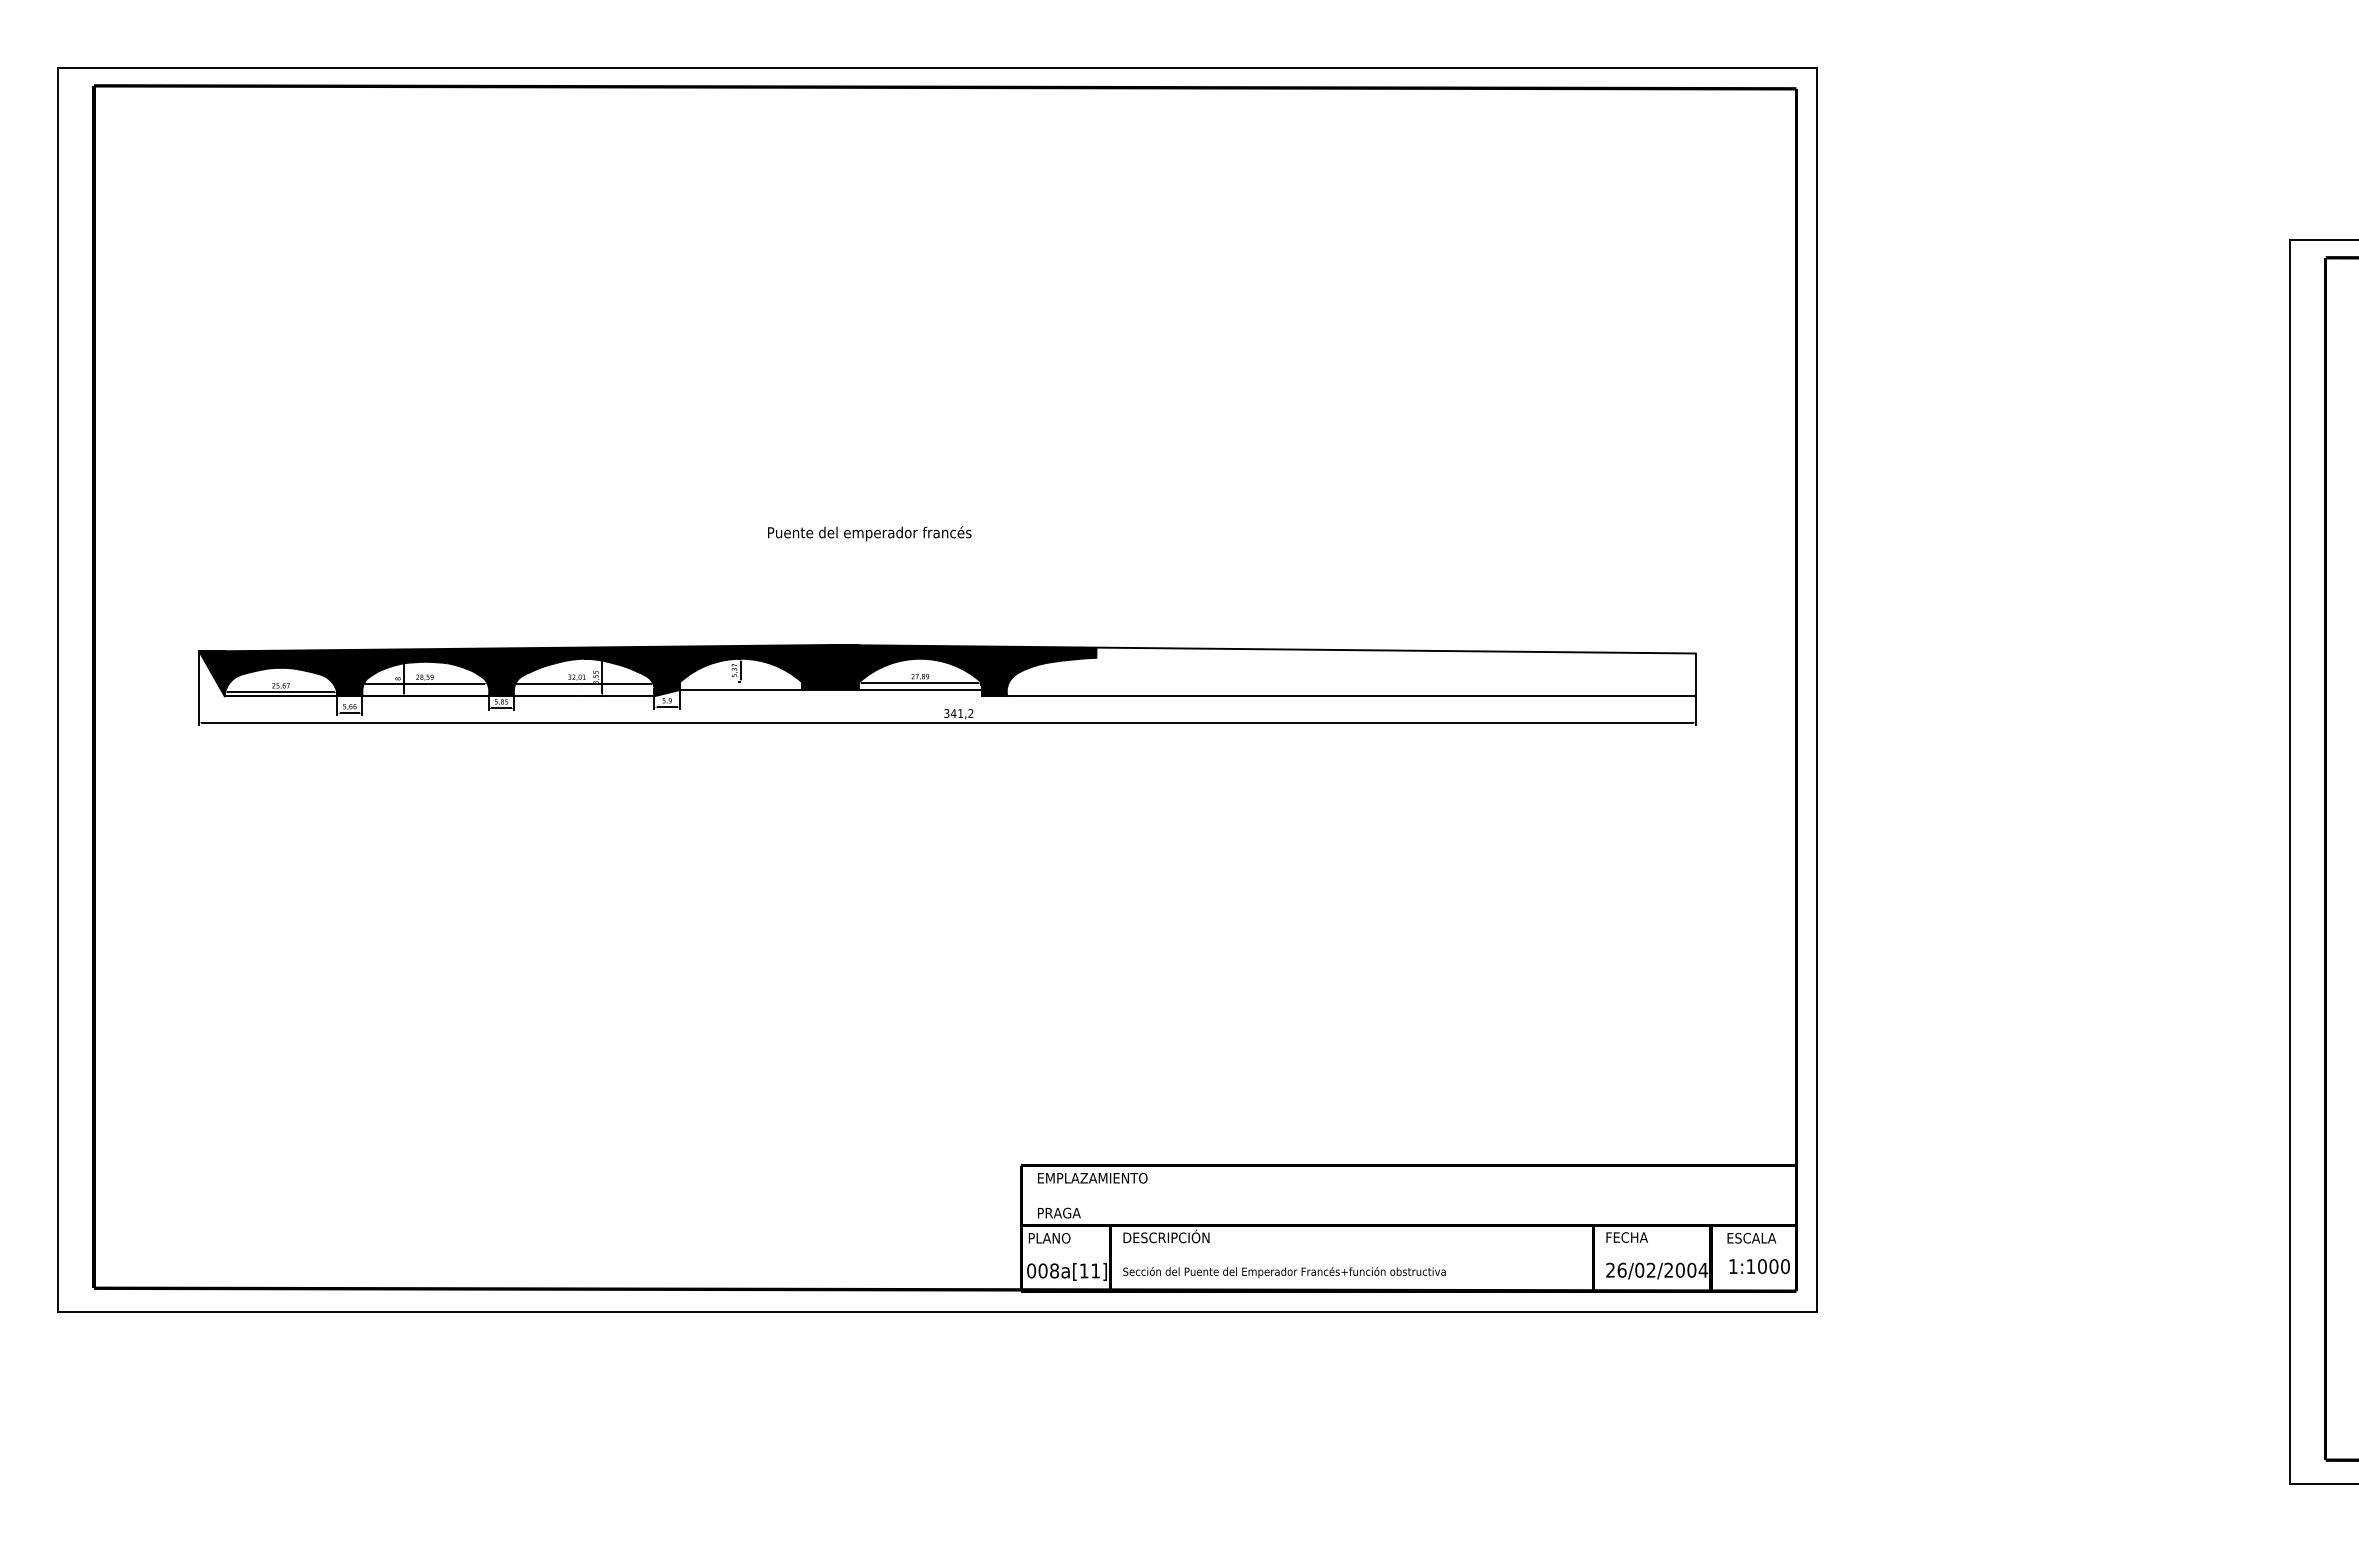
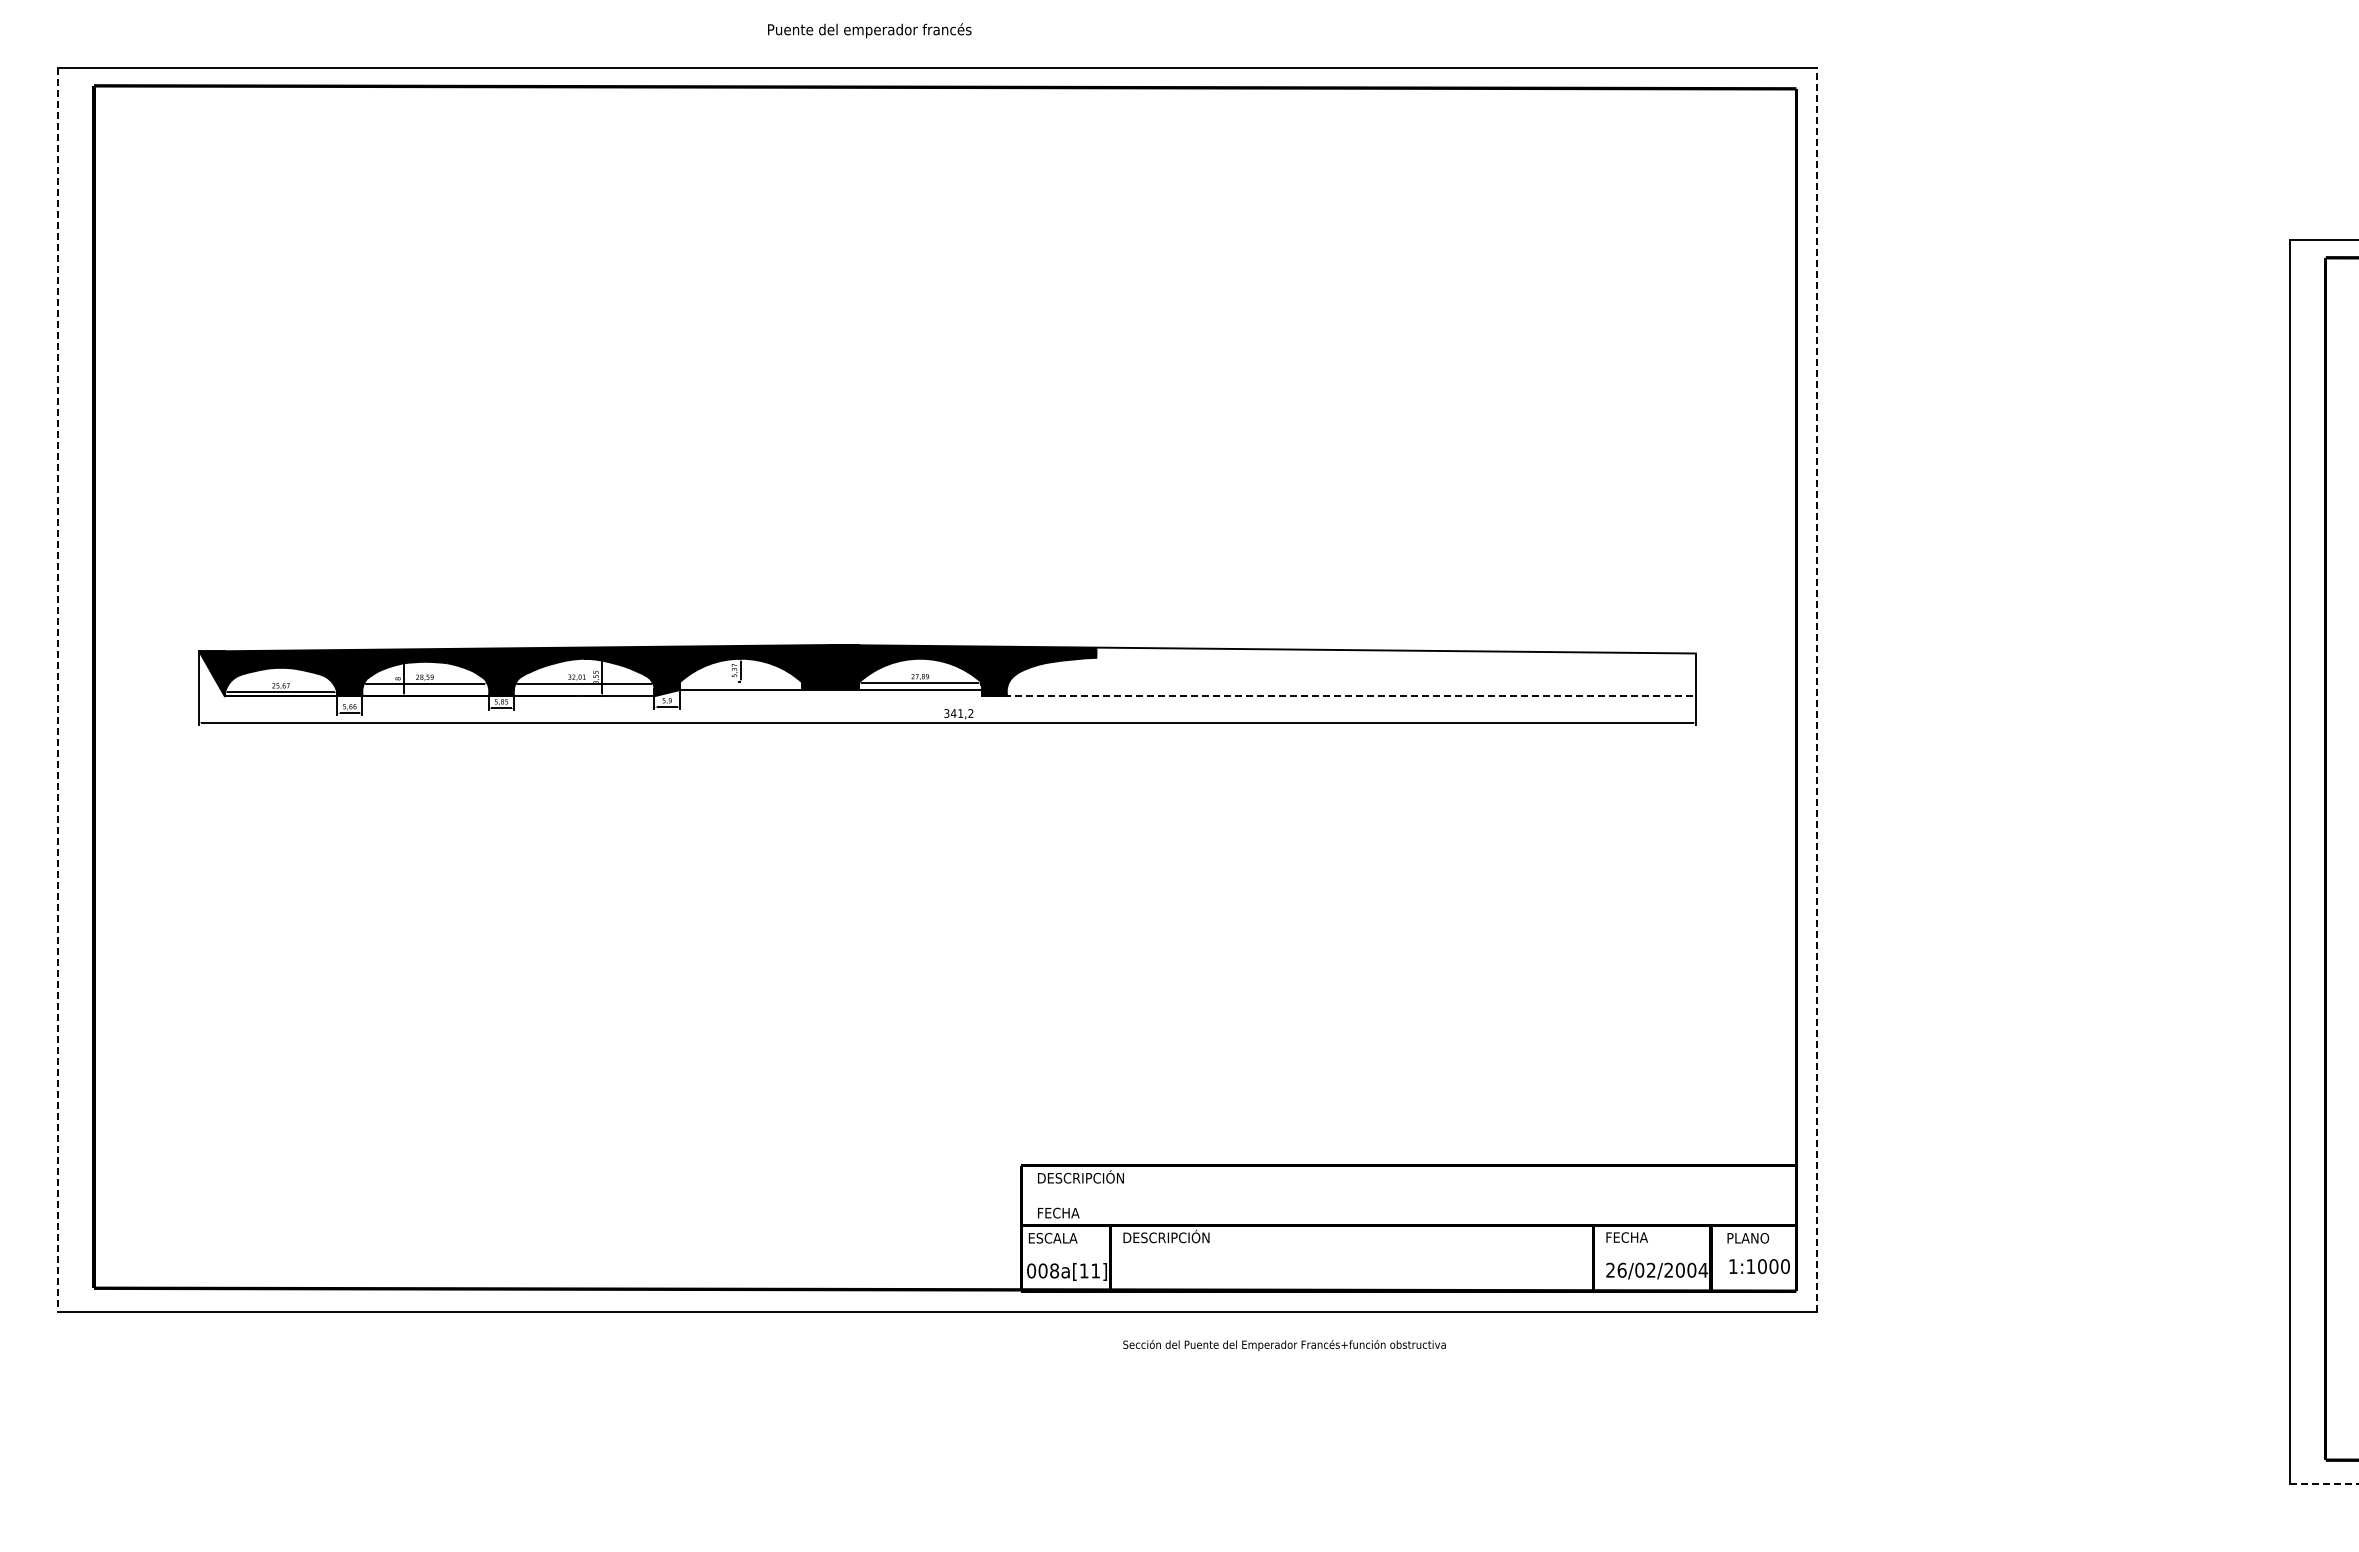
text at (869, 533) position: (869, 533) -> (869, 30)
line at (1817, 689): solid -> dashed
line at (57, 690): solid -> dashed
line at (1339, 696): solid -> dashed
text at (1093, 1176): EMPLAZAMIENTO -> DESCRIPCIÓN
text at (1059, 1212): PRAGA -> FECHA
text at (1053, 1237): PLANO -> ESCALA
text at (1752, 1237): ESCALA -> PLANO
text at (1284, 1272) position: (1284, 1272) -> (1284, 1345)
line at (2324, 1484): solid -> dashed
